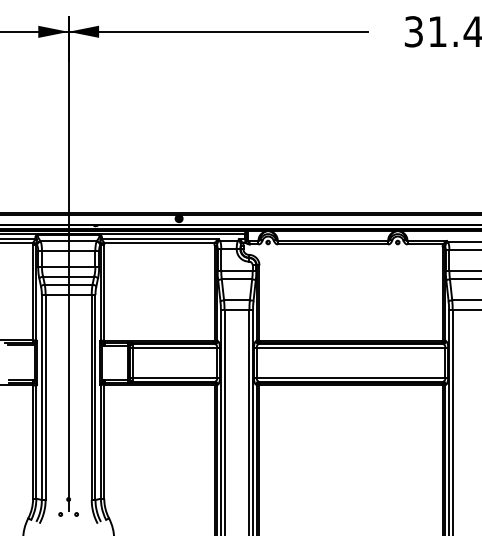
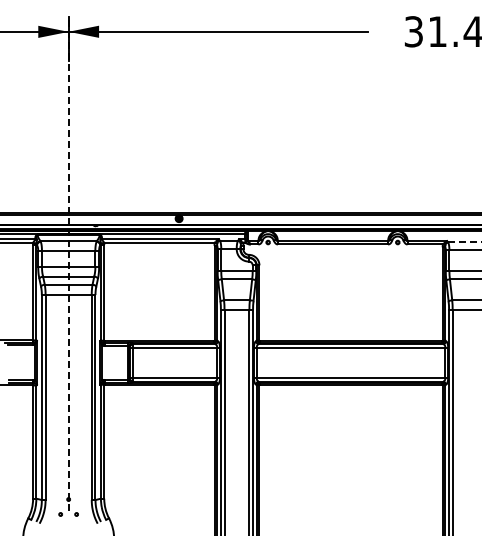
line at (465, 242): solid -> dashed
line at (68, 263): solid -> dashed
